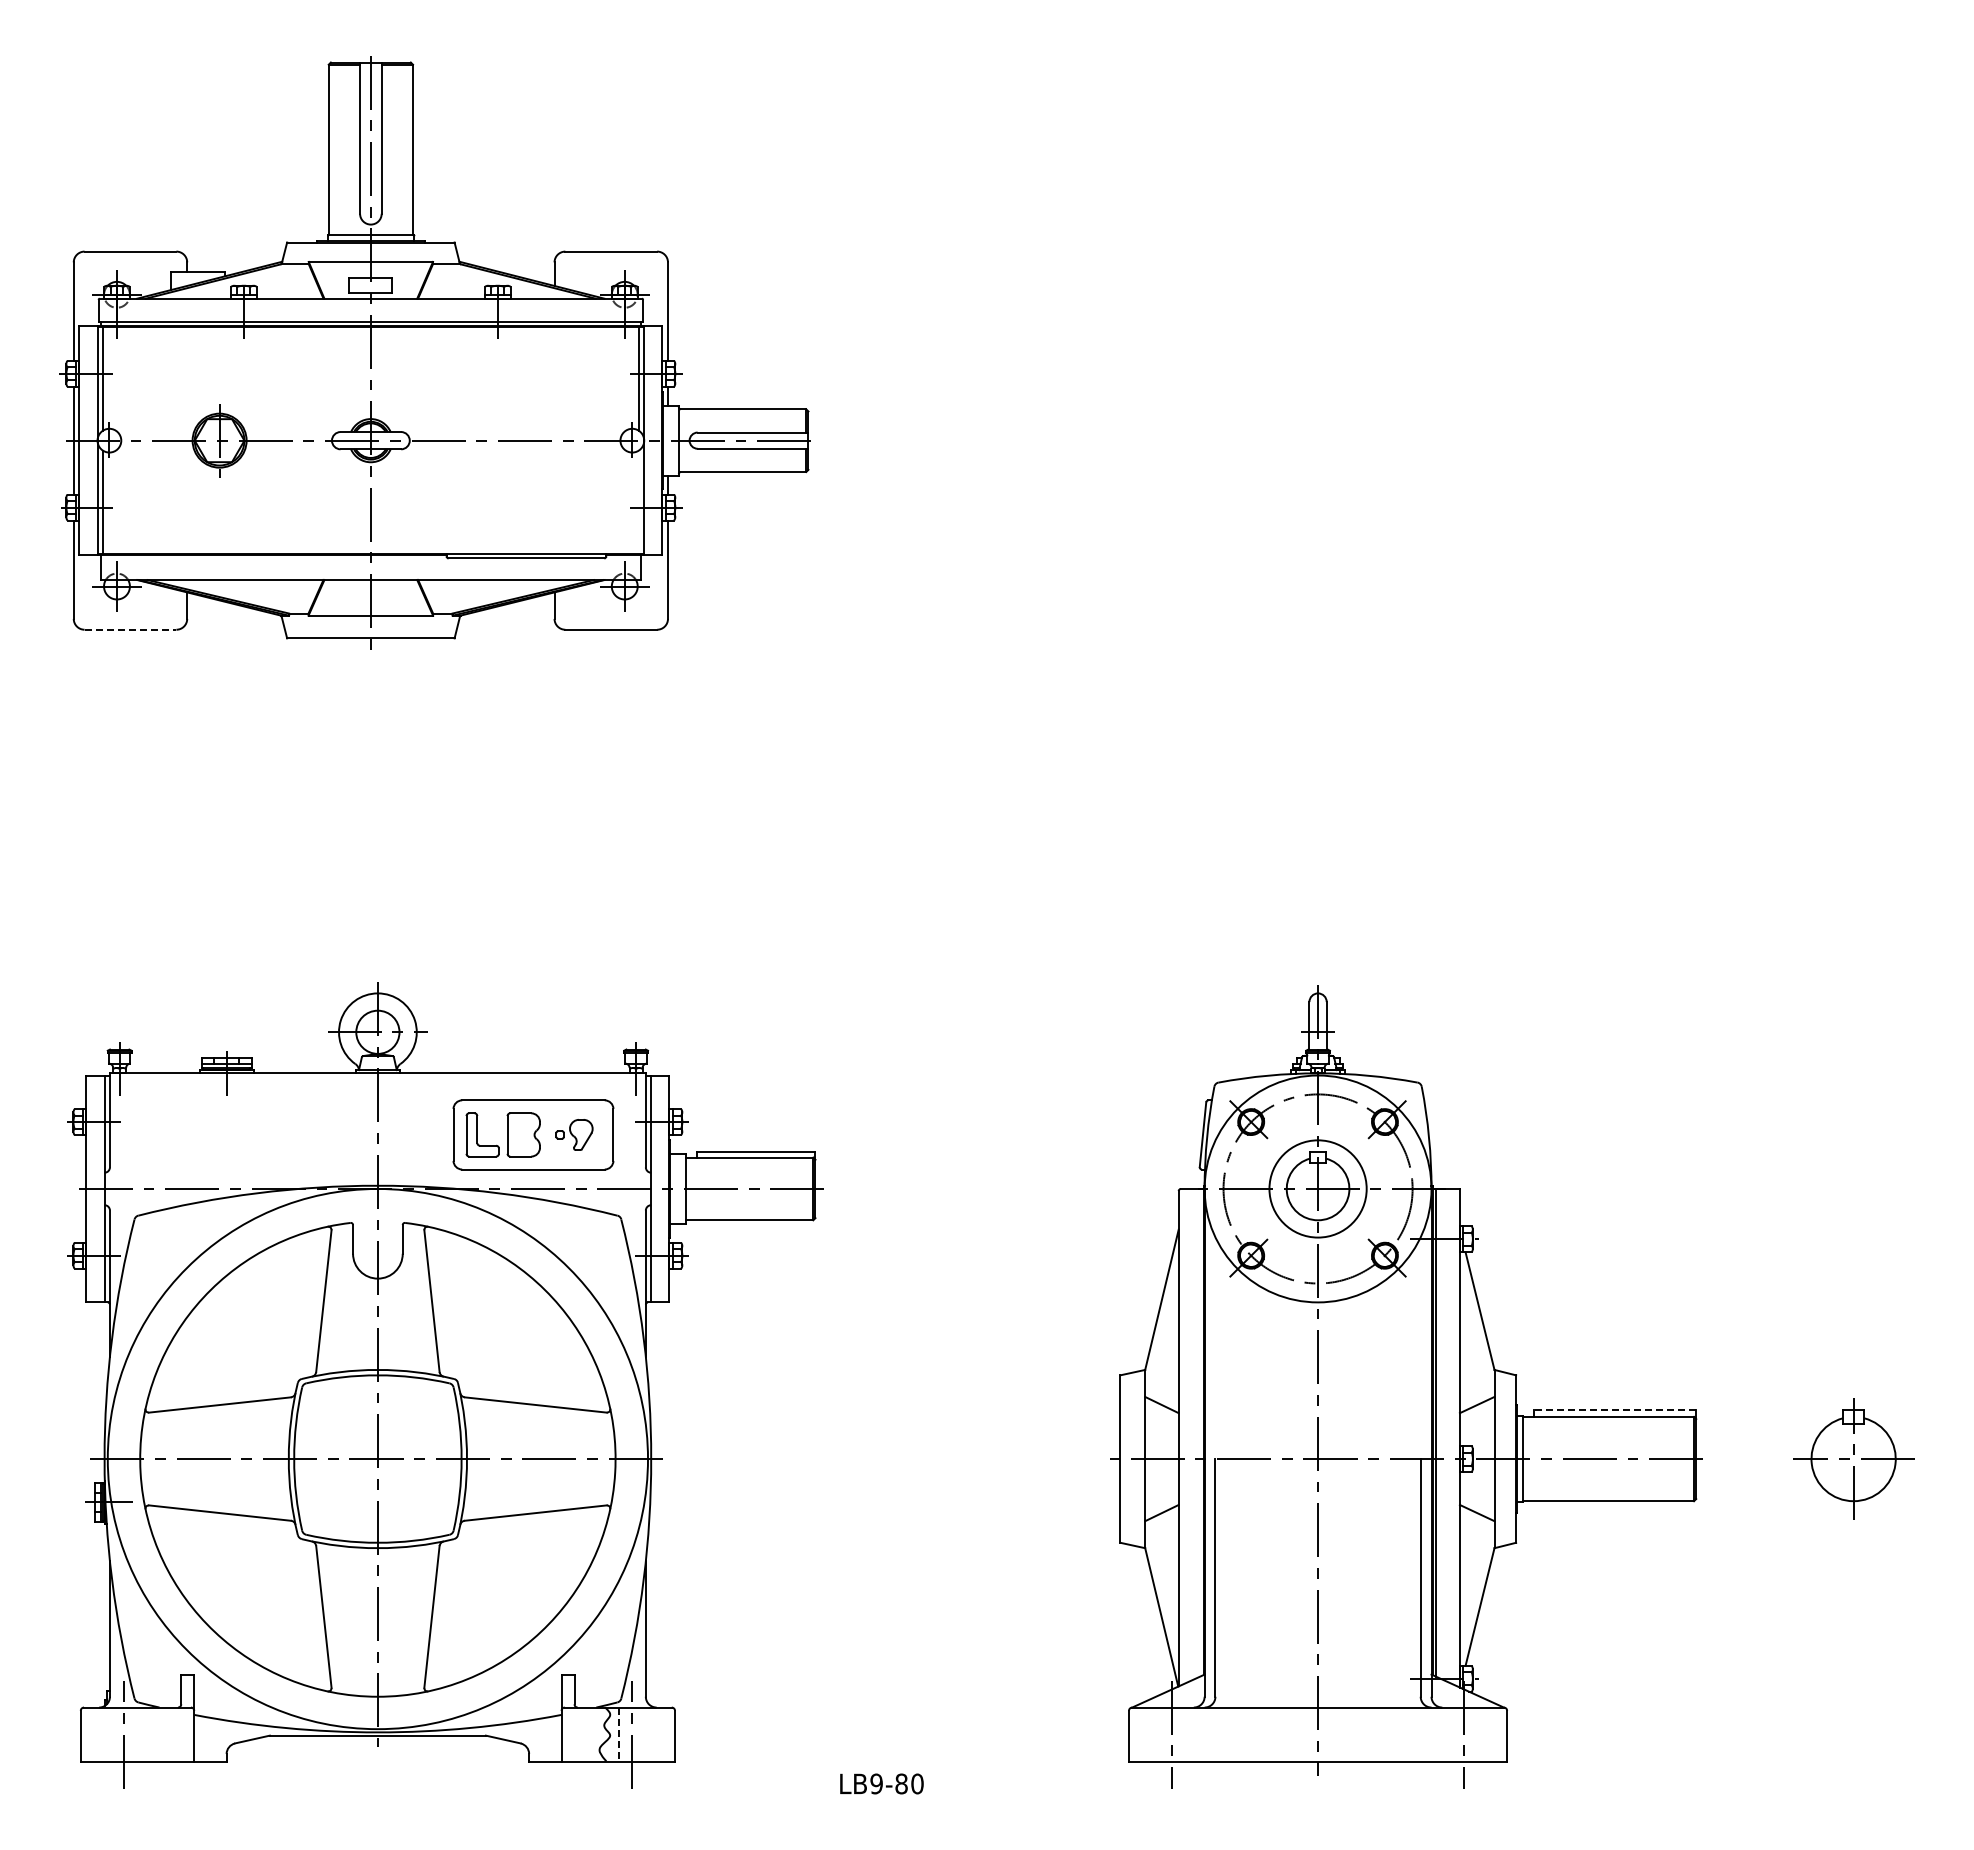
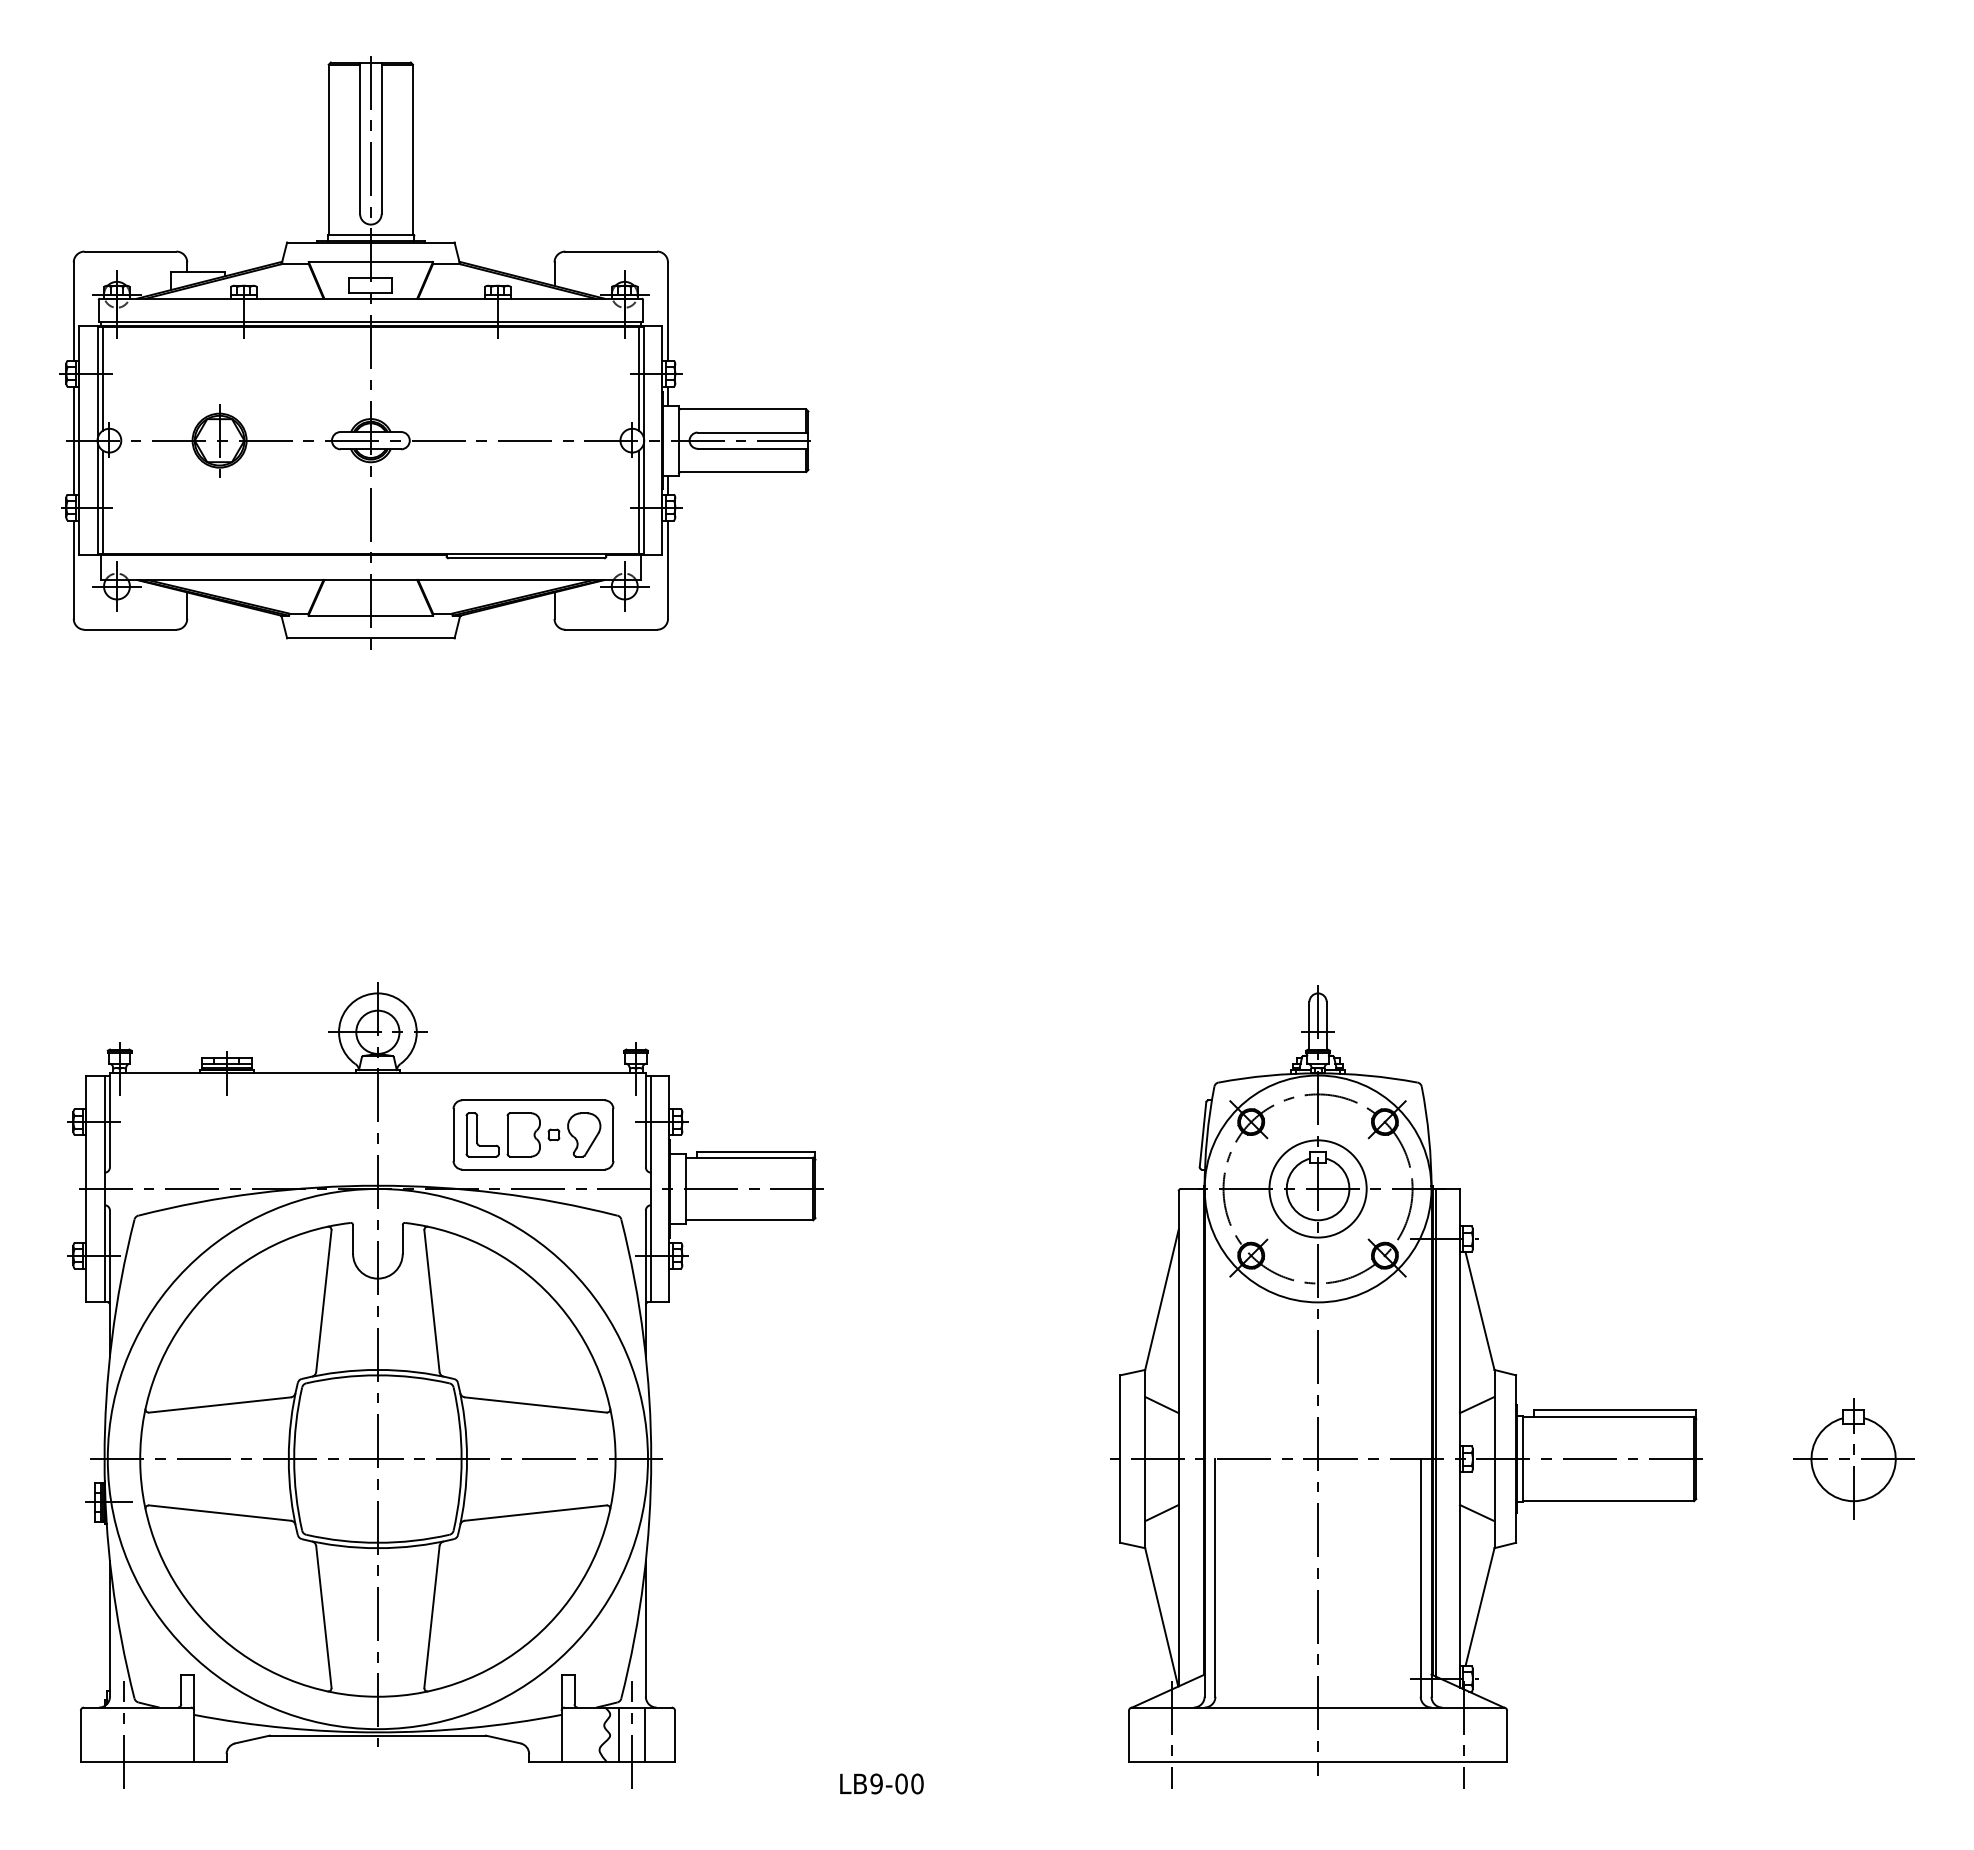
line at (638, 502): none -> present
line at (130, 629): dashed -> solid
part at (574, 1134) size: 39x32 px -> 55x46 px
line at (1614, 1410): dashed -> solid
line at (644, 1734): none -> present
line at (618, 1735): dashed -> solid
text at (901, 1783): LB9-80 -> LB9-00
